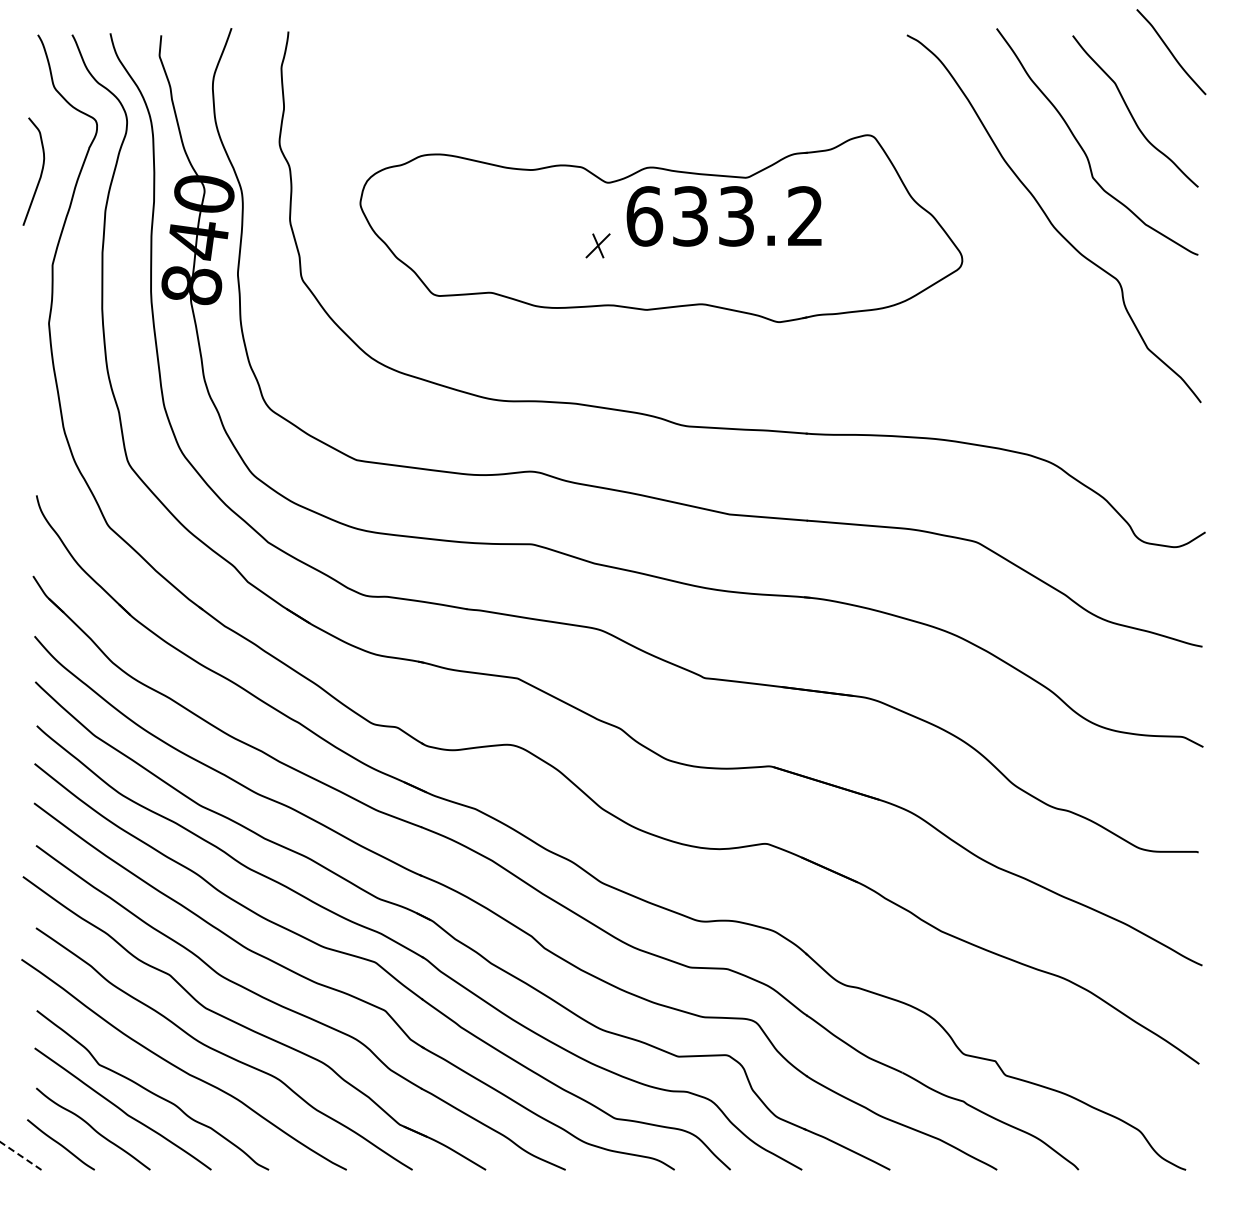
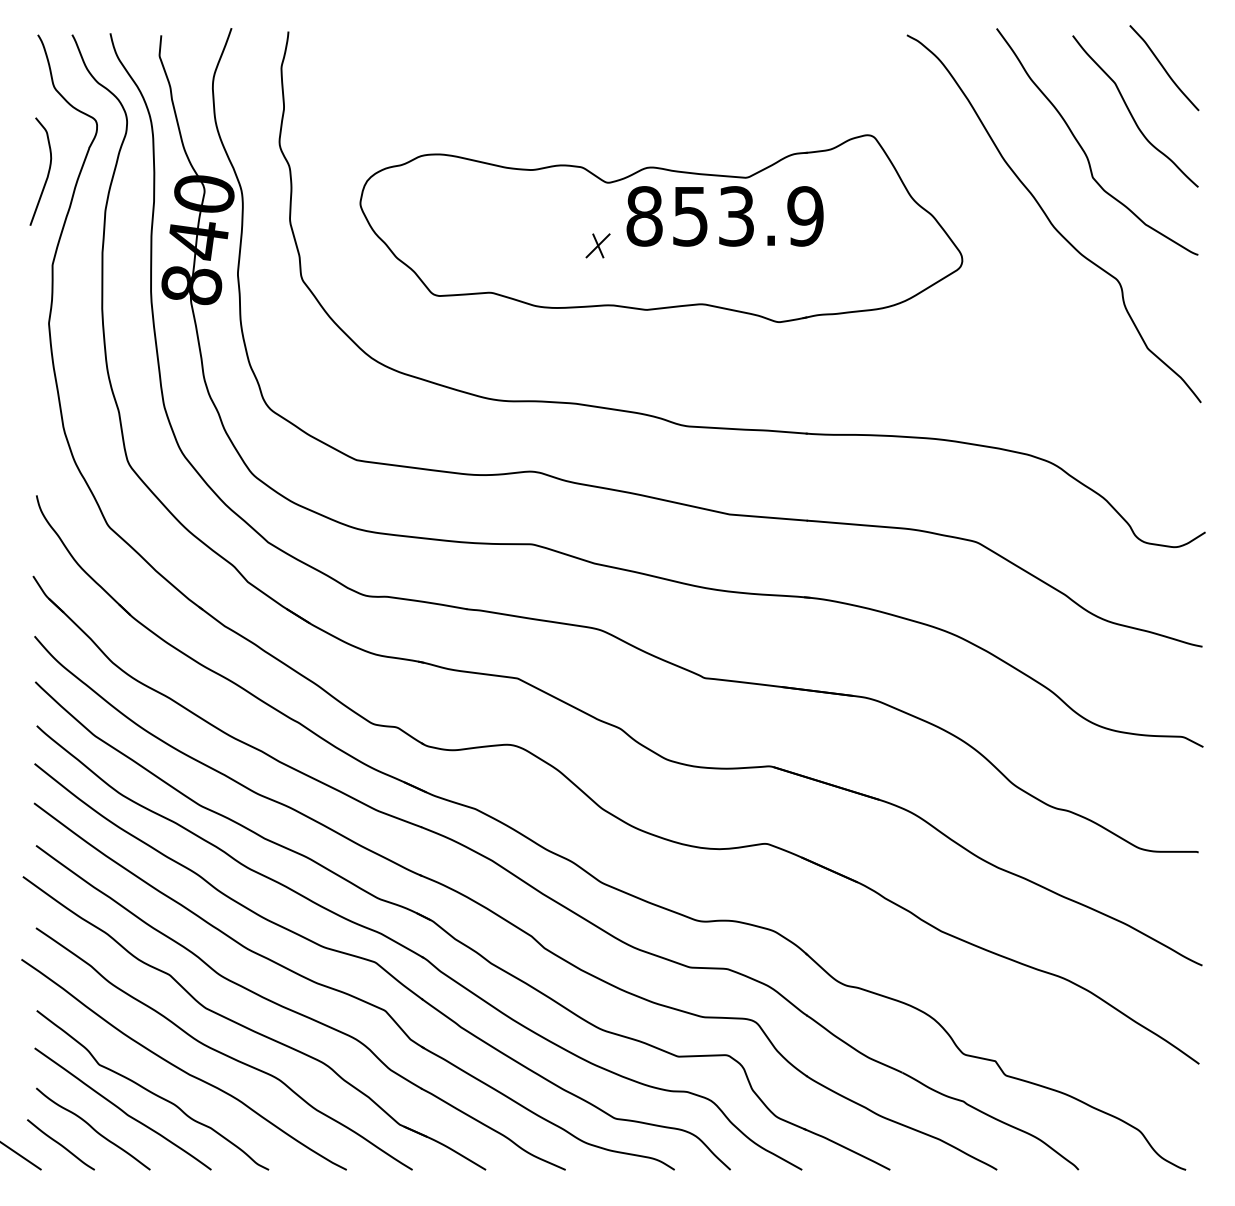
curve at (1171, 52) position: (1171, 52) -> (1164, 68)
curve at (40, 173) position: (40, 173) -> (47, 173)
text at (724, 216): 633.2 -> 853.9
line at (21, 1156): dashed -> solid
